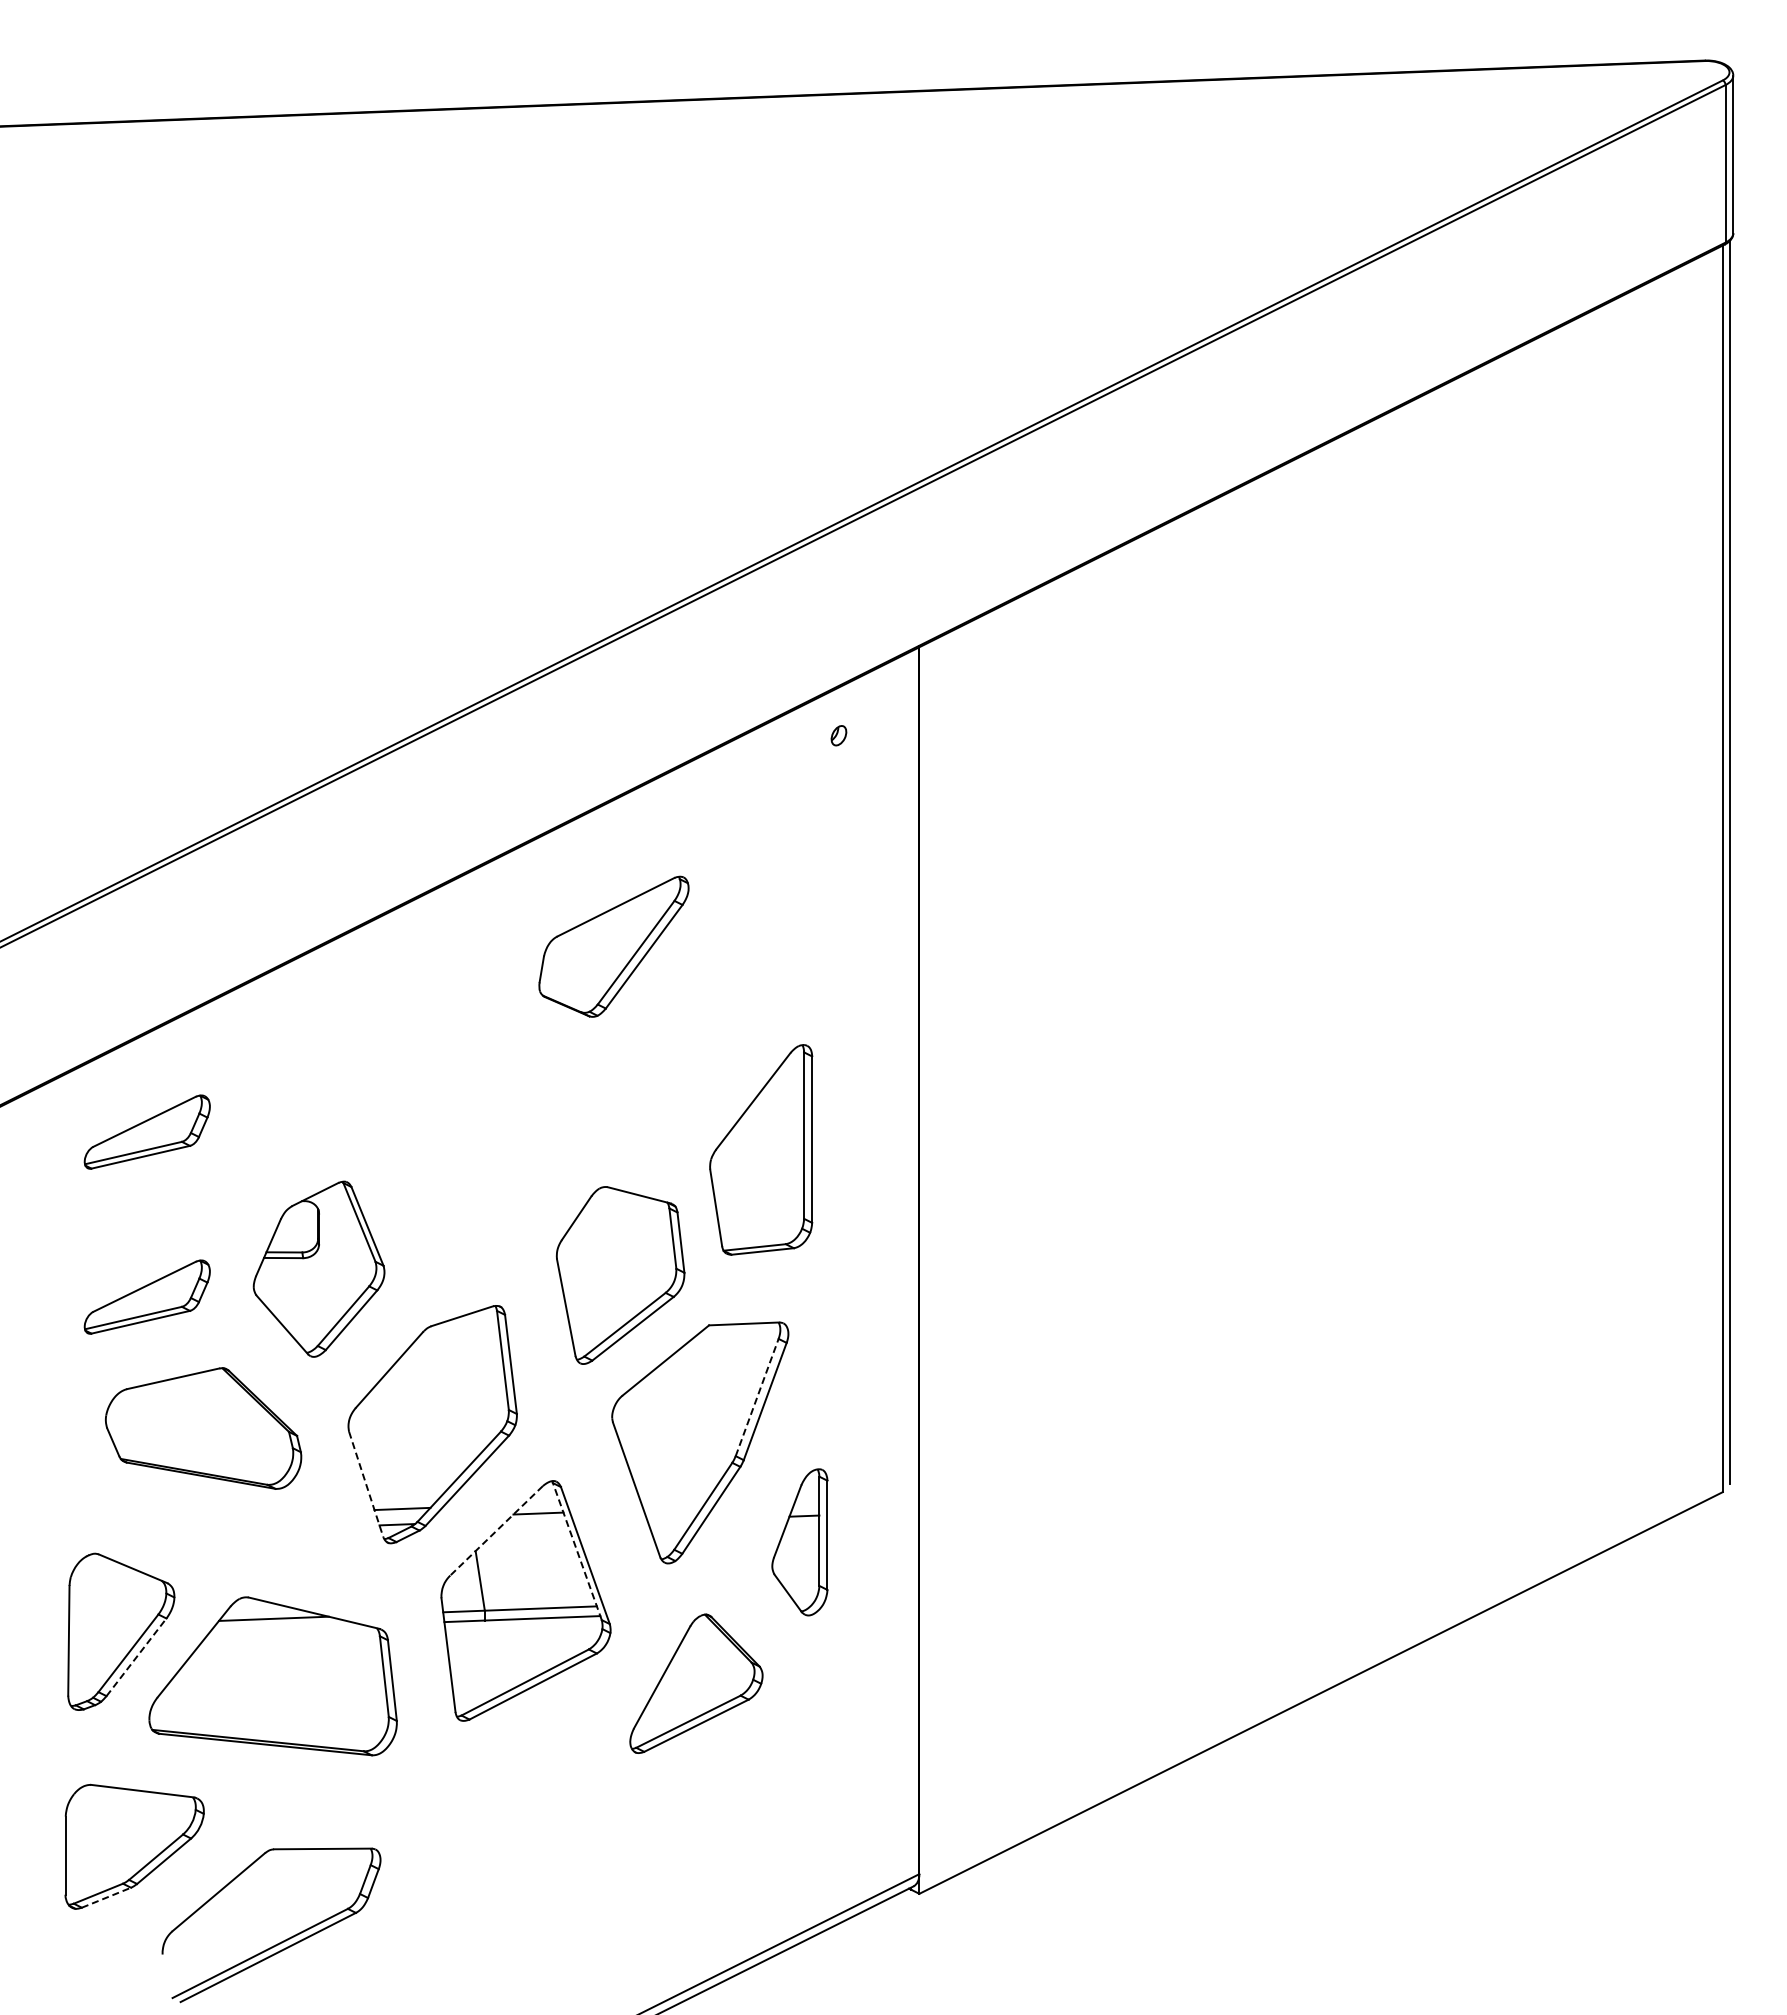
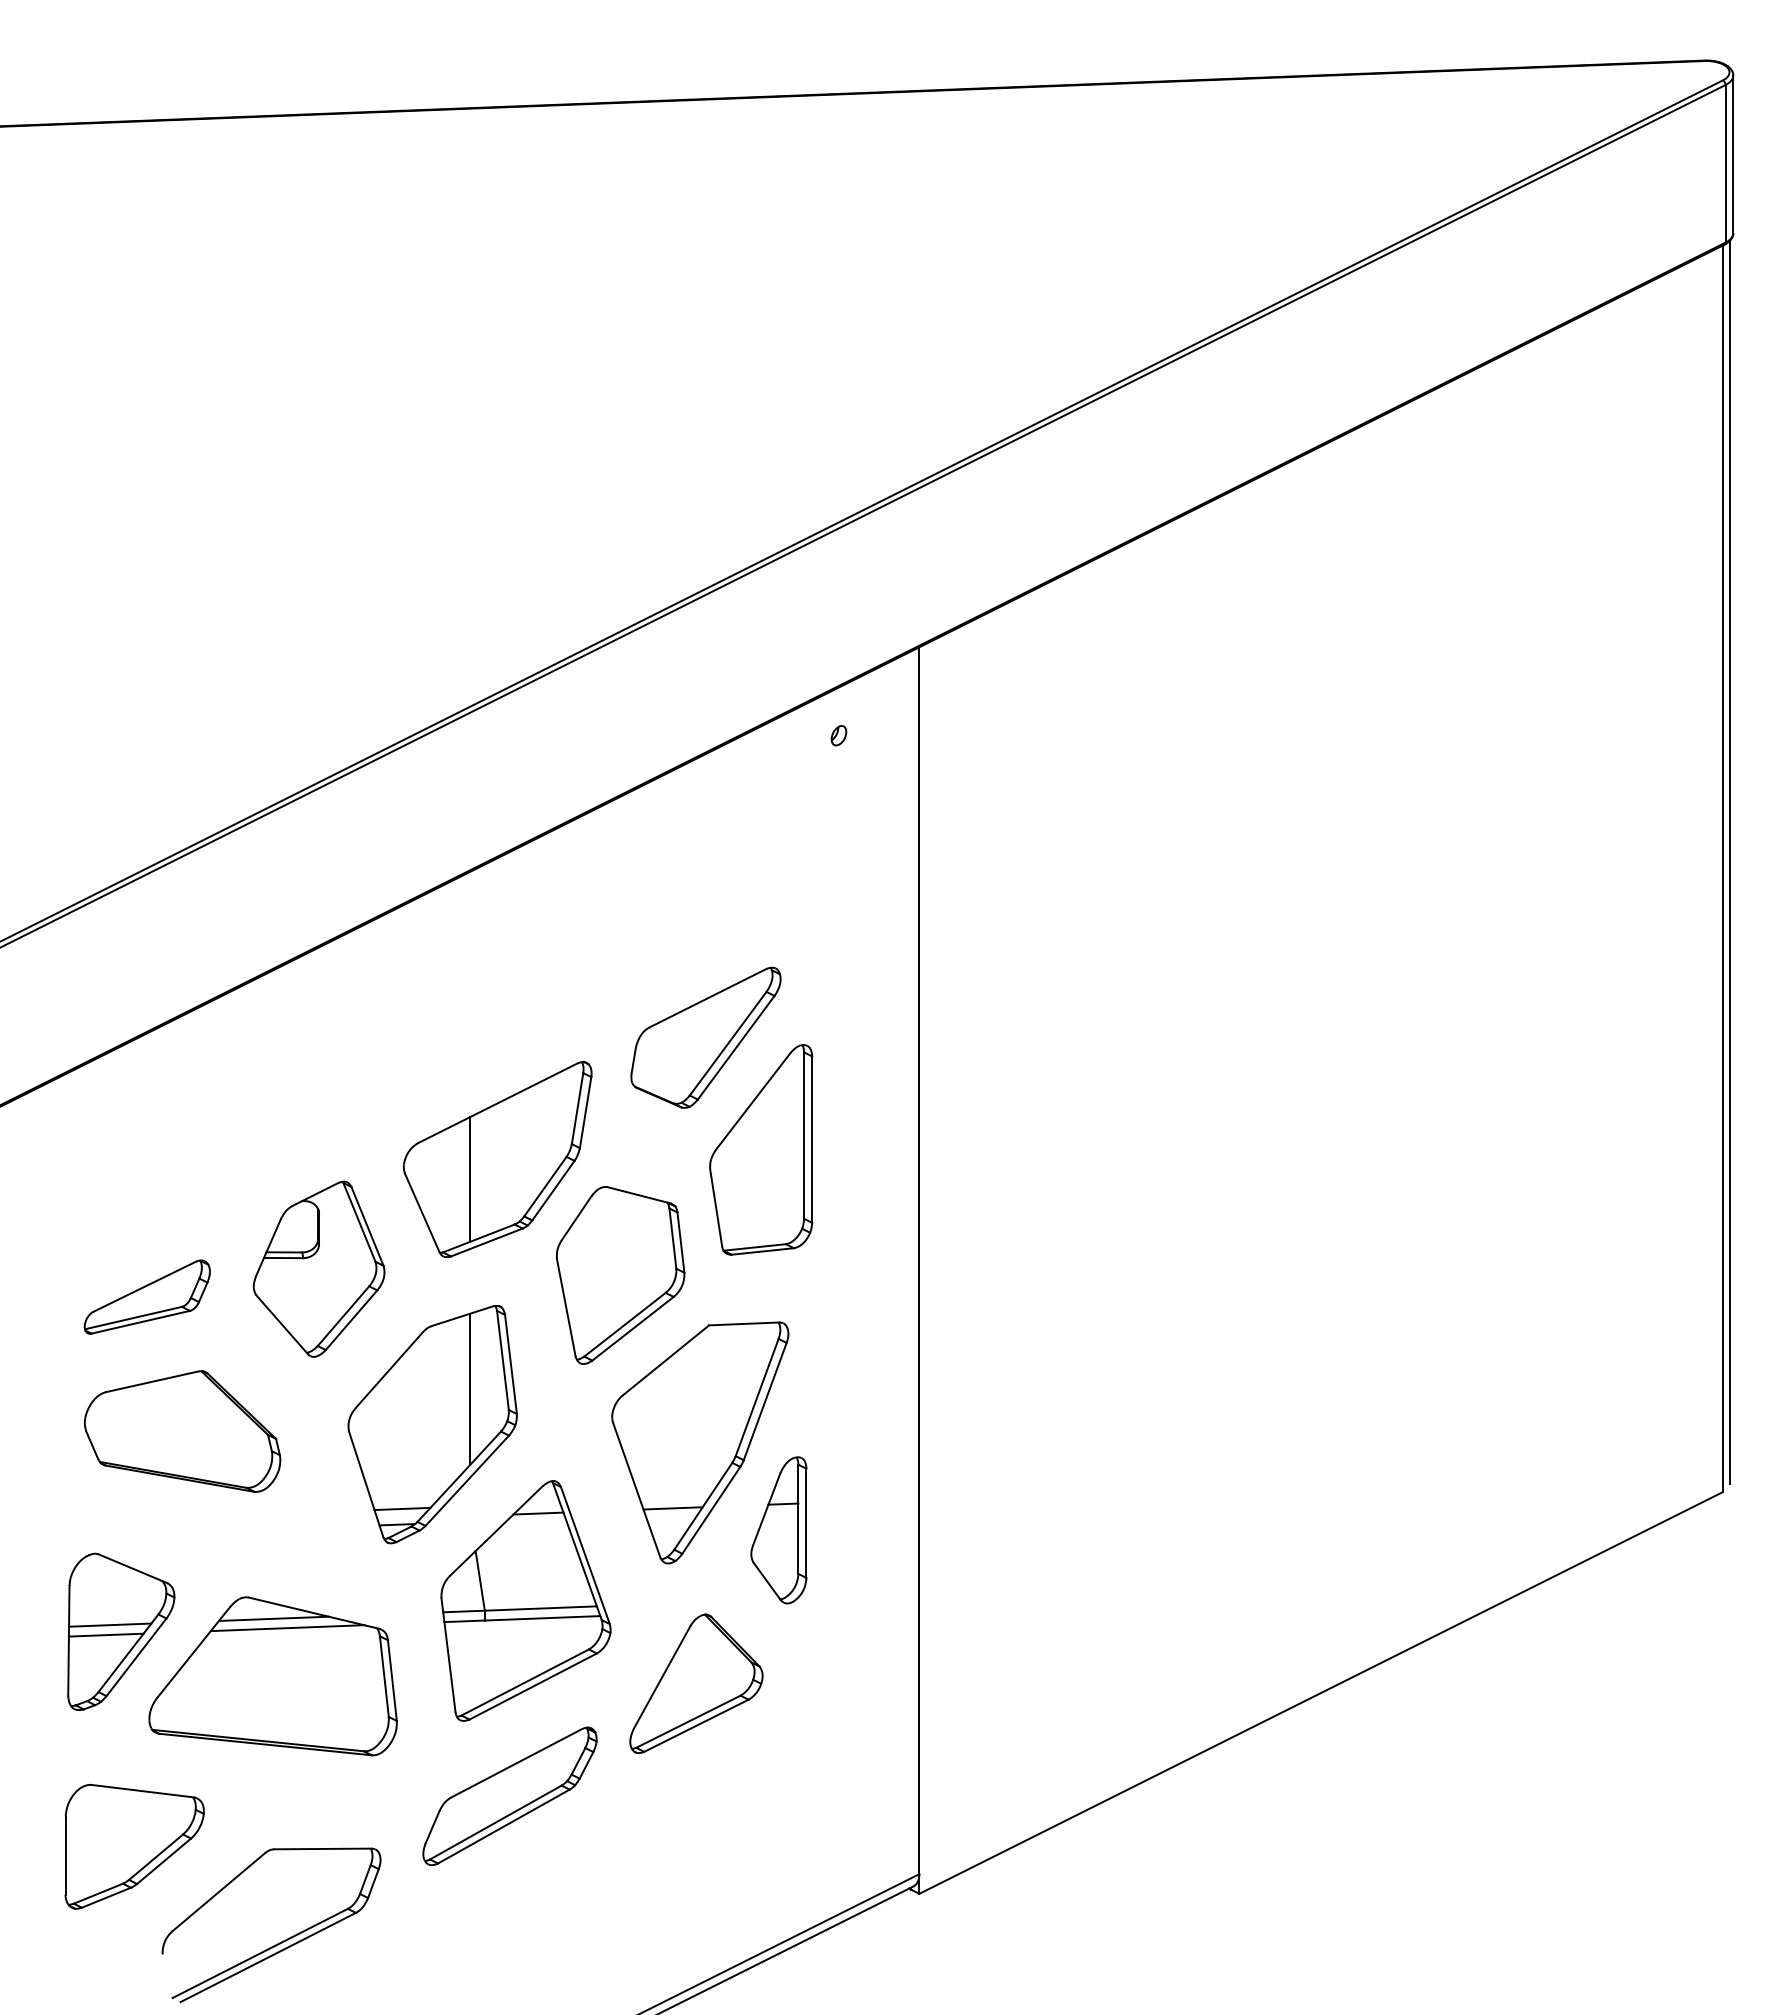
part at (613, 946) position: (613, 946) -> (705, 1037)
part at (146, 1131): present -> none
part at (497, 1159): none -> present
line at (470, 1388): none -> present
line at (757, 1397): dashed -> solid
part at (203, 1428) position: (203, 1428) -> (182, 1431)
line at (366, 1484): dashed -> solid
line at (672, 1508): none -> present
line at (496, 1531): dashed -> solid
part at (799, 1542) position: (799, 1542) -> (778, 1530)
line at (577, 1551): dashed -> solid
line at (110, 1624): none -> present
line at (287, 1628): none -> present
line at (105, 1634): none -> present
line at (136, 1656): dashed -> solid
part at (509, 1796): none -> present
line at (106, 1897): dashed -> solid
